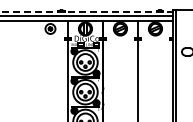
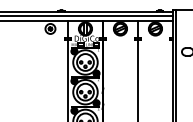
line at (86, 11): dashed -> solid
